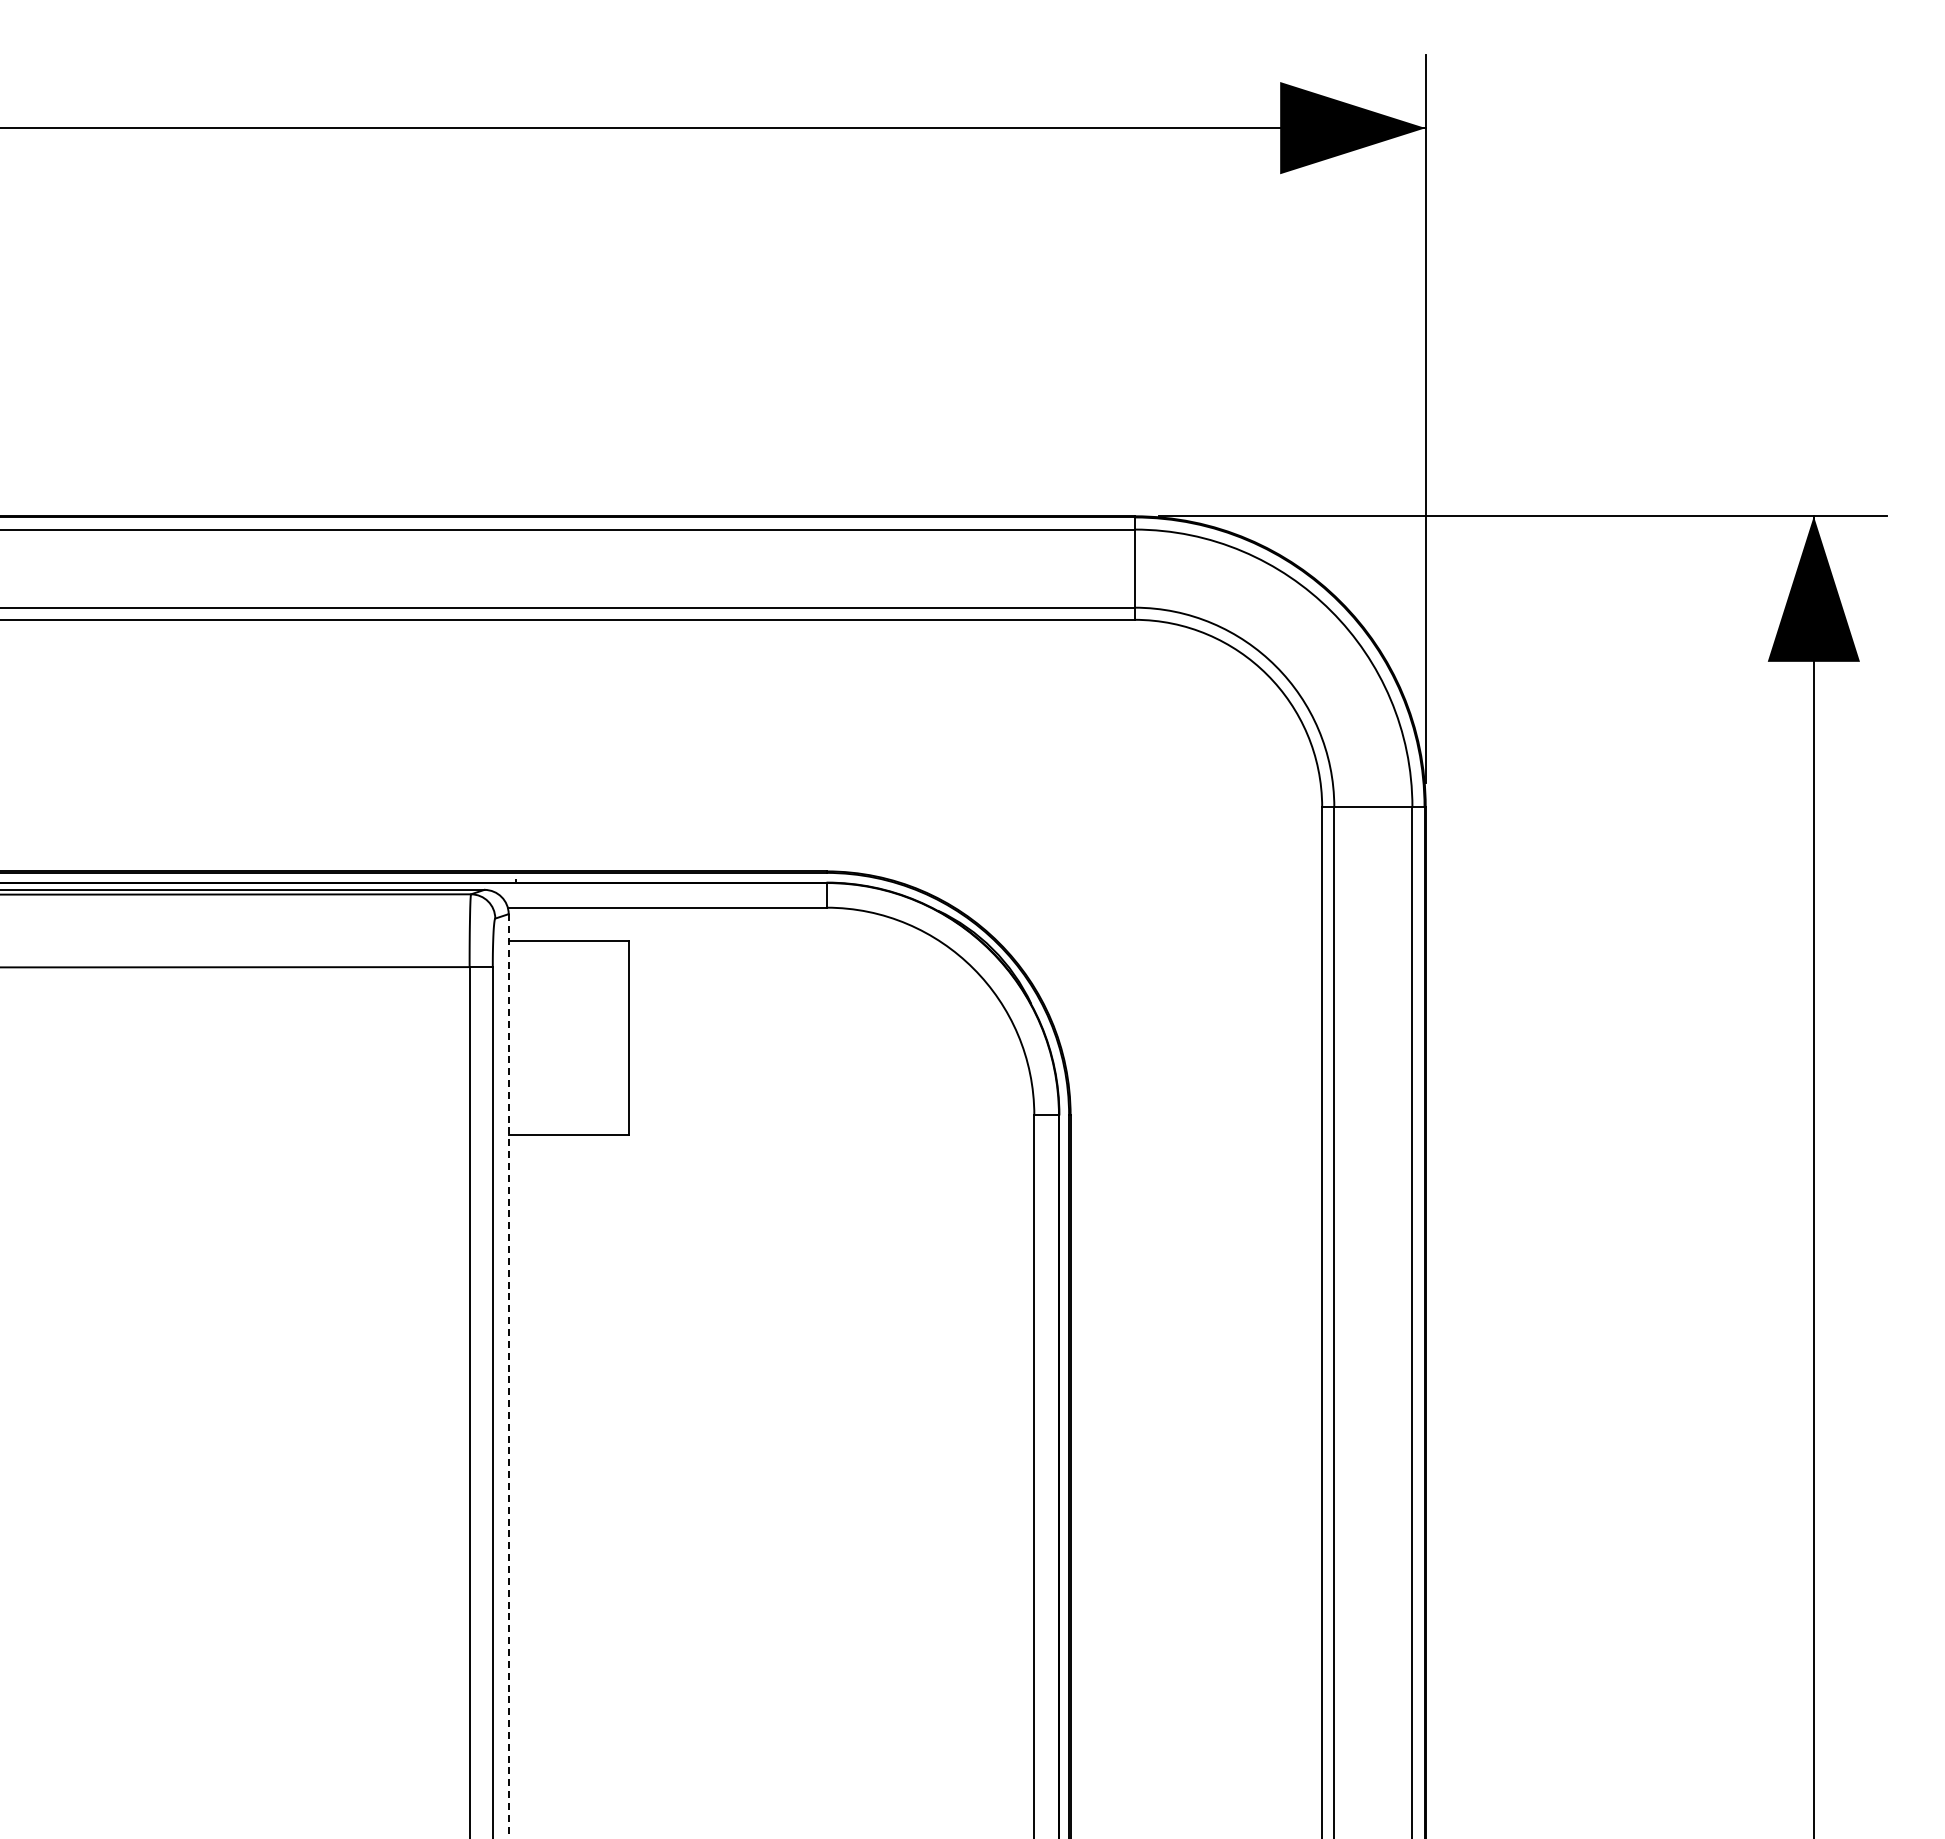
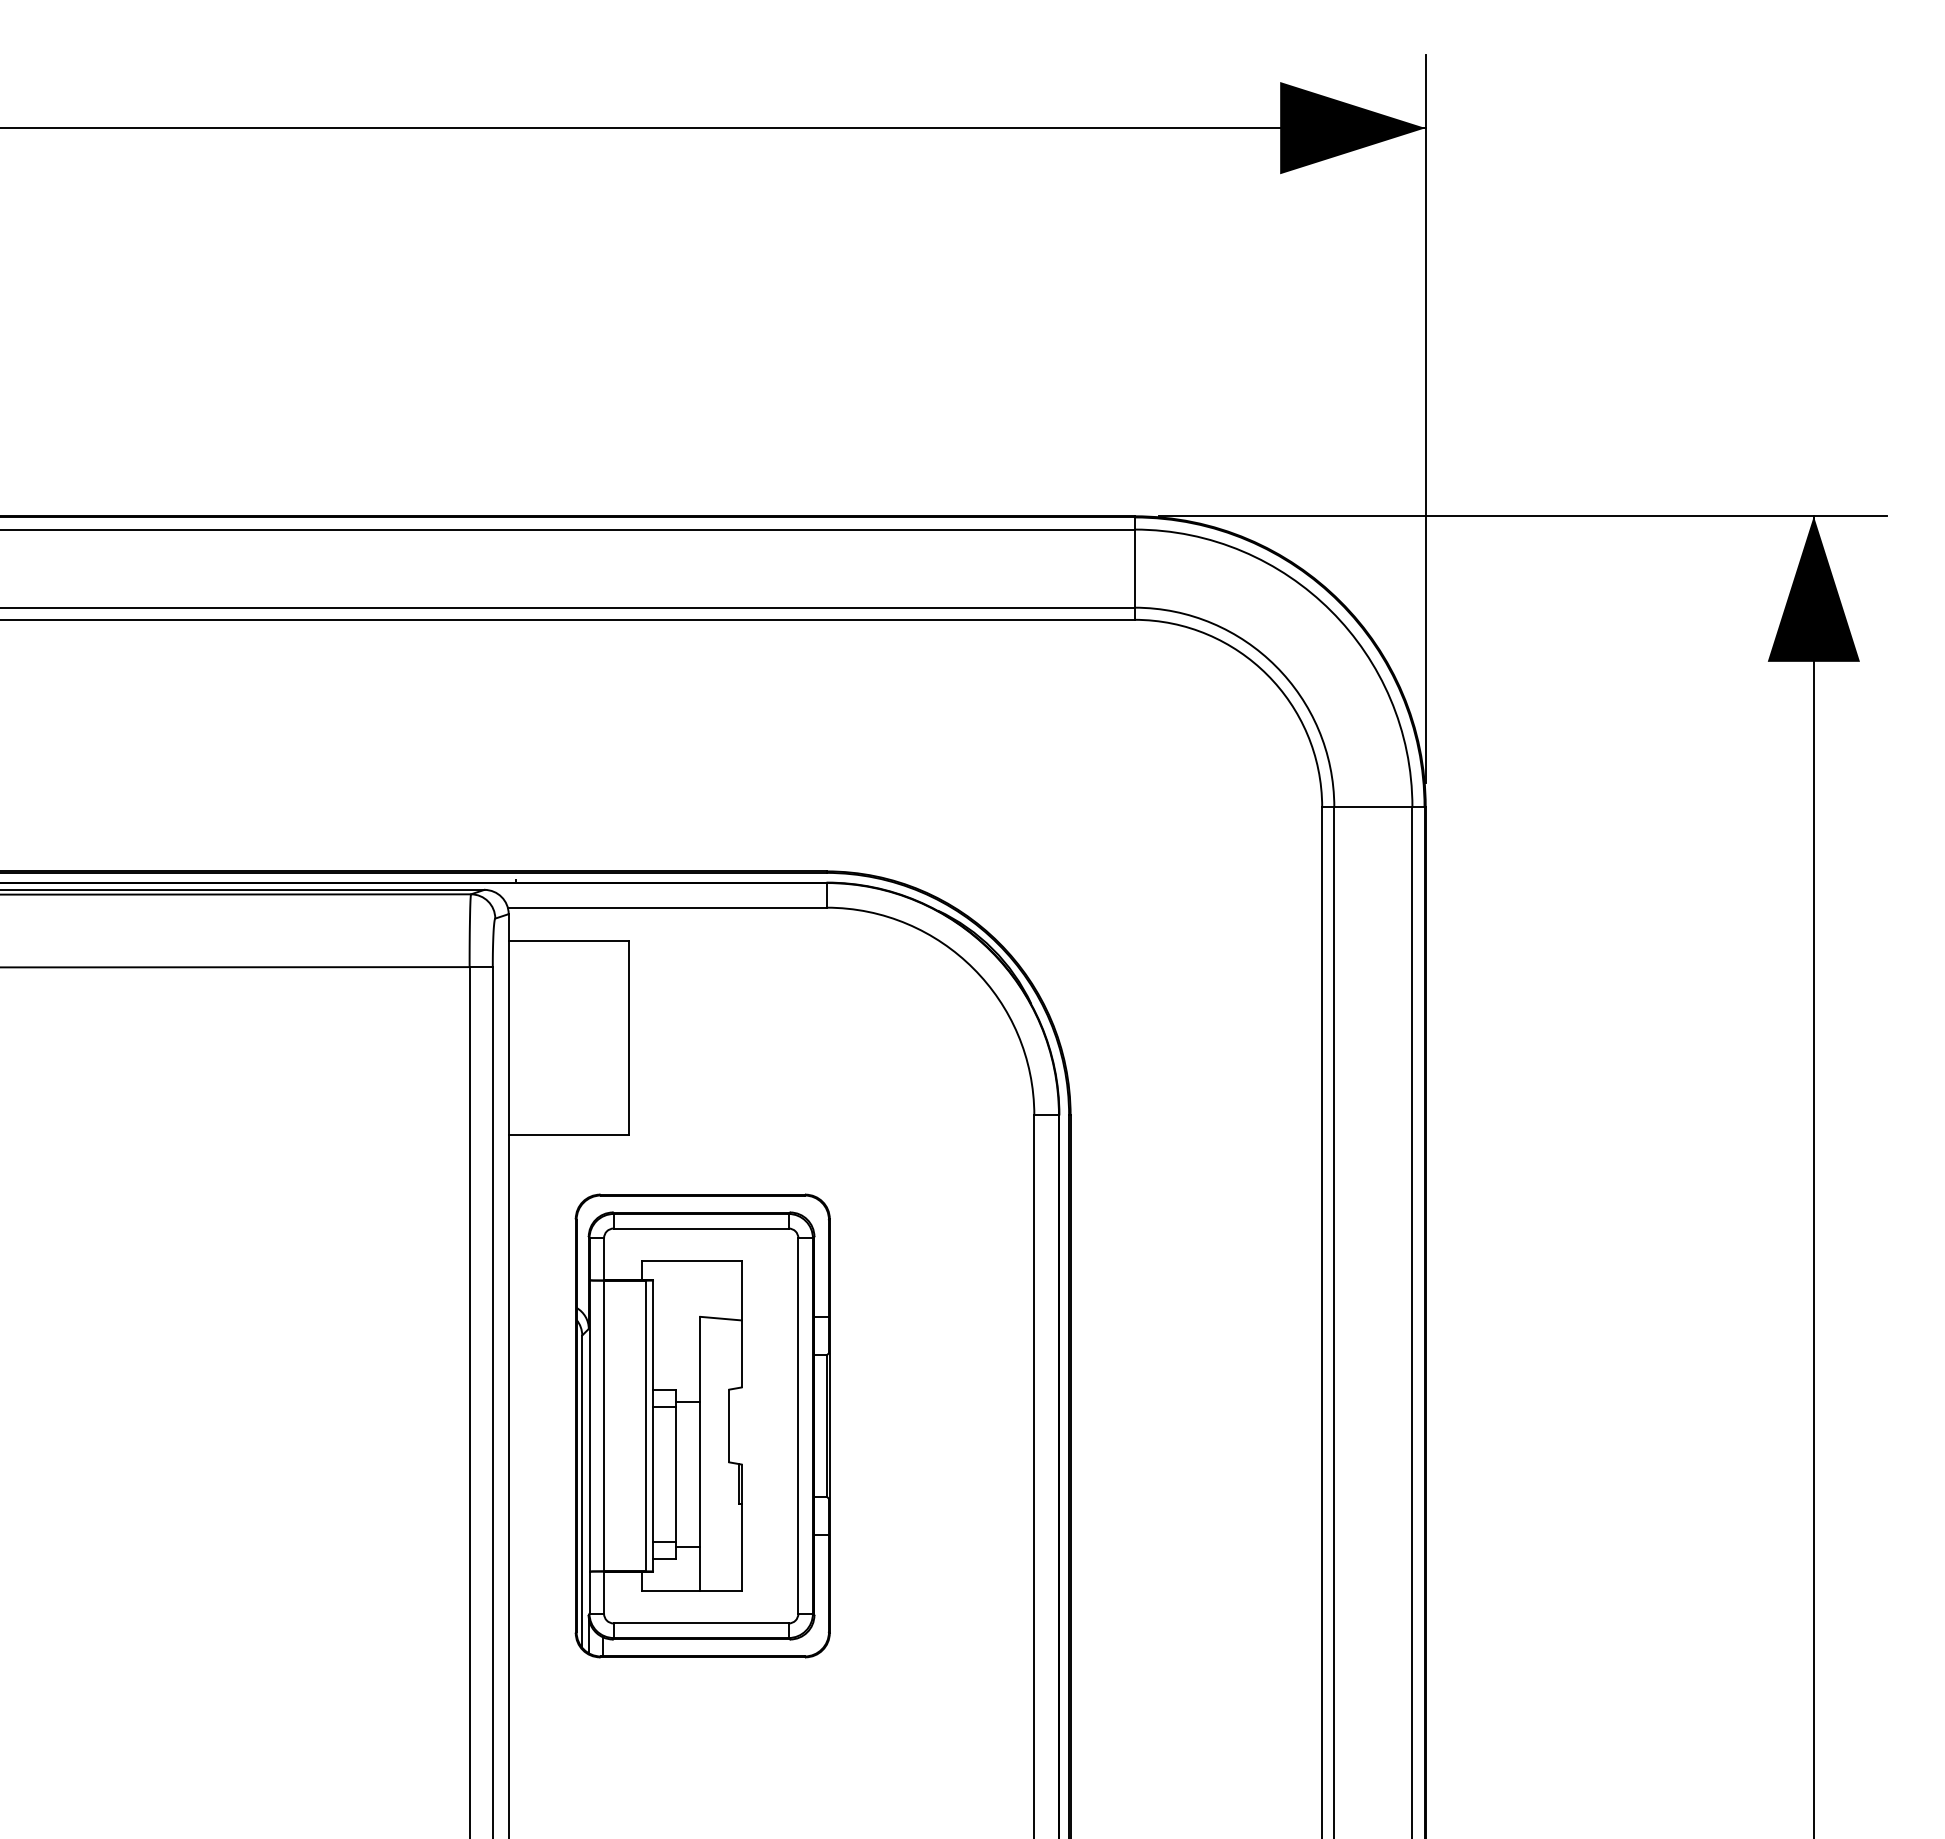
line at (508, 1377): dashed -> solid
part at (702, 1425): none -> present
